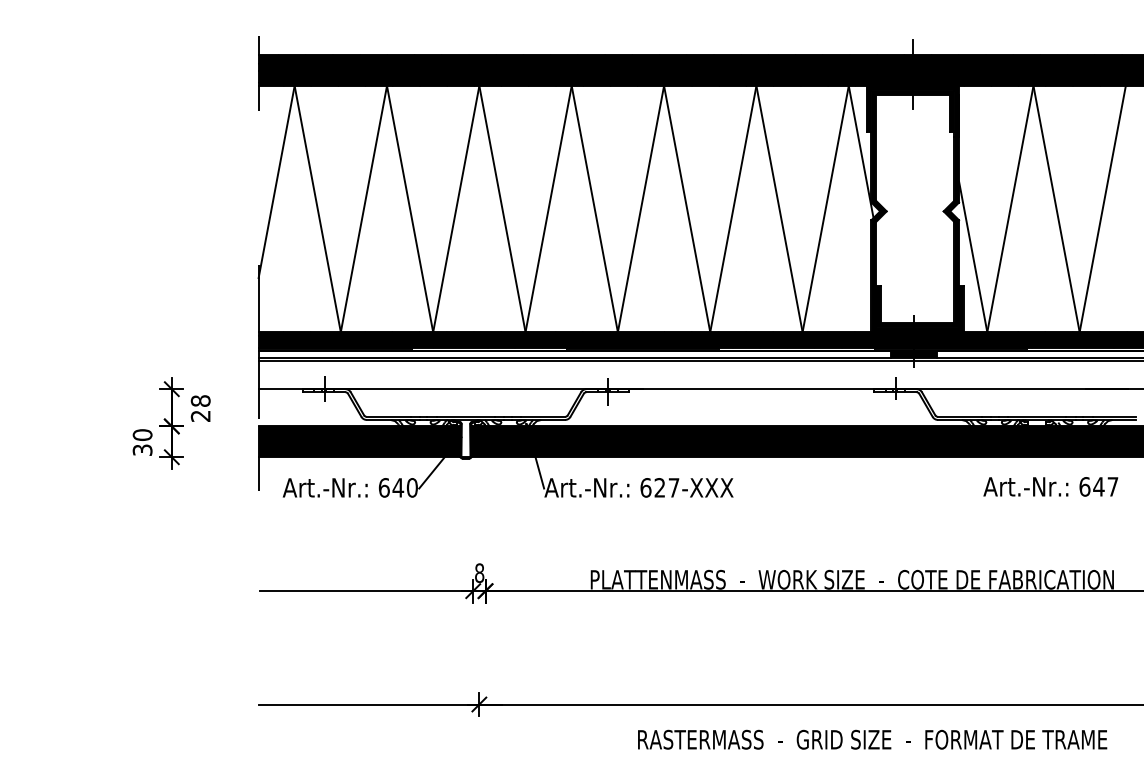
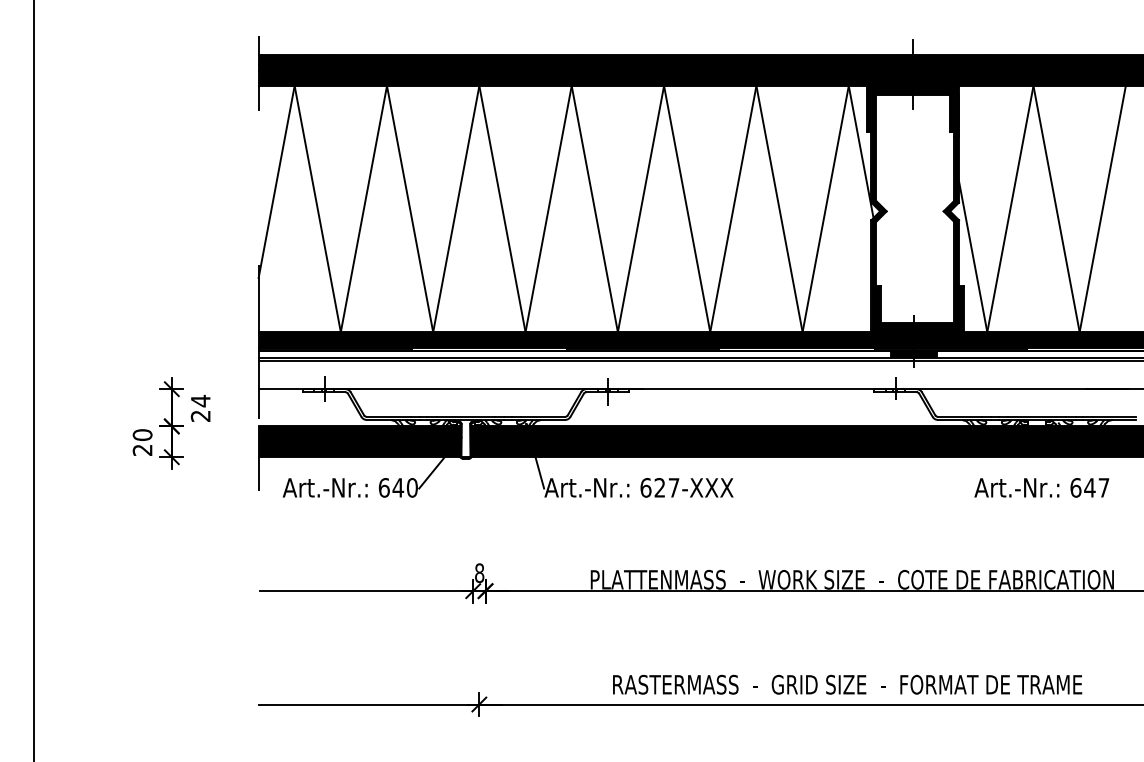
line at (34, 380): none -> present
text at (200, 400): 28 -> 24
text at (142, 449): 30 -> 20
text at (1050, 486) position: (1050, 486) -> (1041, 487)
text at (872, 739) position: (872, 739) -> (847, 684)
